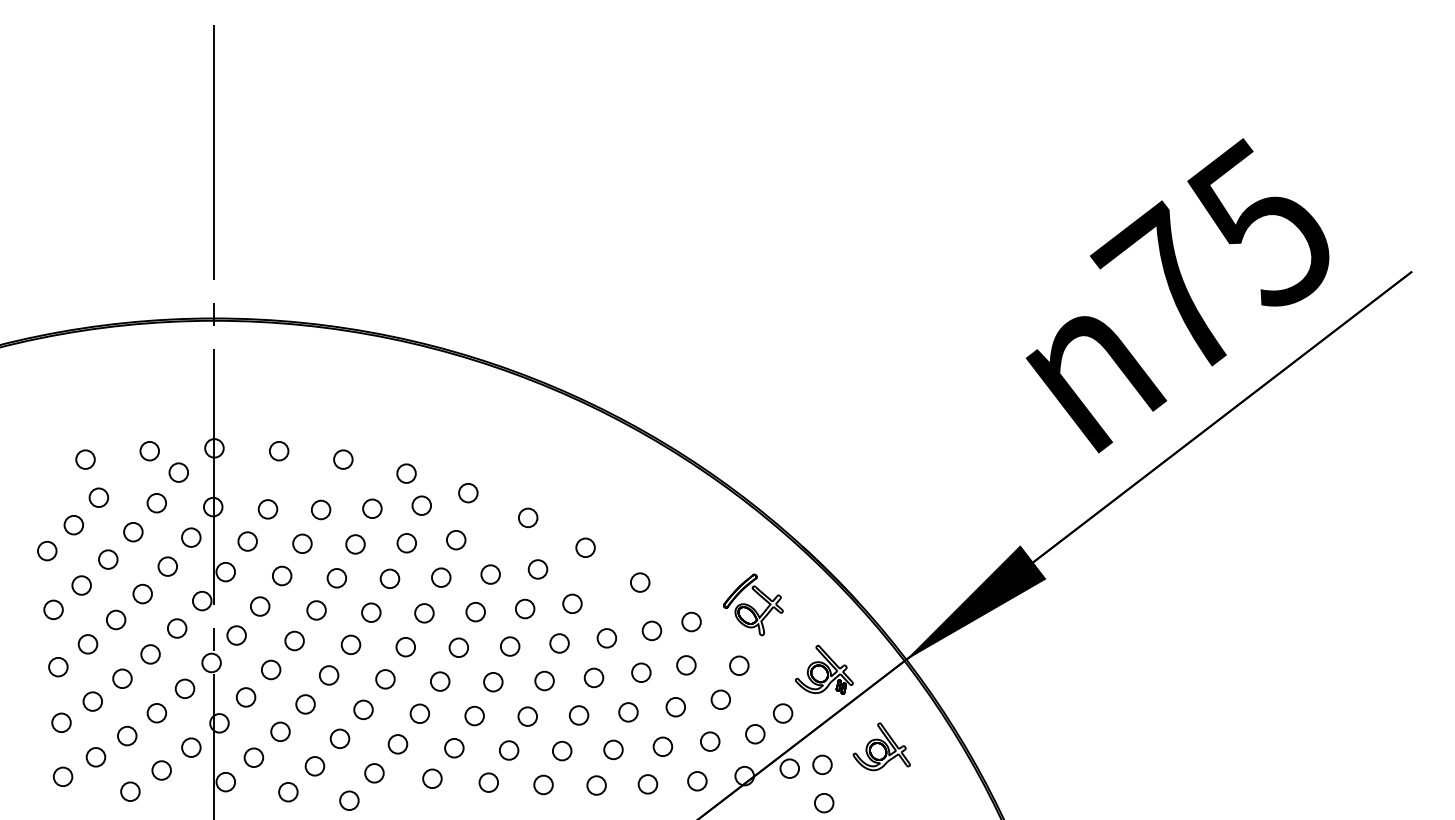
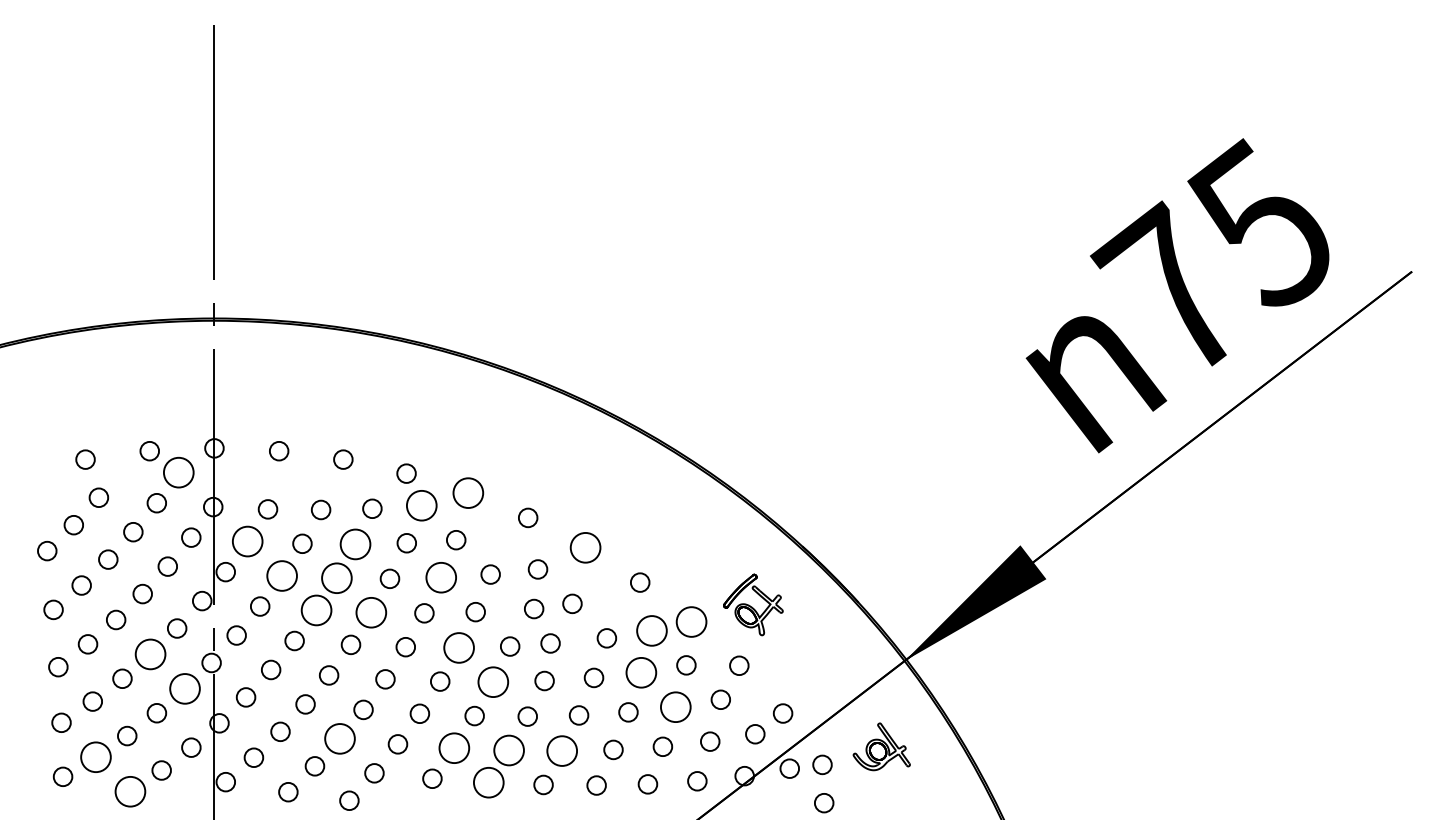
circle at (178, 472) diameter: 19 px -> 30 px
circle at (468, 492) diameter: 19 px -> 30 px
circle at (421, 505) diameter: 19 px -> 30 px
circle at (247, 541) diameter: 19 px -> 30 px
circle at (355, 544) diameter: 19 px -> 30 px
circle at (585, 547) diameter: 19 px -> 30 px
circle at (281, 575) diameter: 19 px -> 30 px
circle at (441, 577) diameter: 19 px -> 30 px
circle at (336, 578) diameter: 19 px -> 30 px
circle at (525, 608) position: (525, 608) -> (534, 608)
circle at (316, 610) diameter: 19 px -> 30 px
circle at (371, 612) diameter: 19 px -> 30 px
circle at (691, 621) diameter: 19 px -> 30 px
circle at (651, 630) diameter: 19 px -> 30 px
circle at (559, 643) position: (559, 643) -> (550, 643)
circle at (458, 647) size: 21x21 px -> 32x32 px
circle at (150, 654) diameter: 19 px -> 30 px
part at (823, 669): present -> none
circle at (641, 672) diameter: 19 px -> 30 px
circle at (493, 681) diameter: 19 px -> 30 px
circle at (184, 688) diameter: 19 px -> 30 px
circle at (675, 706) diameter: 19 px -> 30 px
circle at (339, 738) diameter: 19 px -> 30 px
circle at (454, 747) diameter: 19 px -> 30 px
circle at (508, 750) diameter: 19 px -> 30 px
circle at (561, 750) diameter: 19 px -> 30 px
circle at (95, 757) diameter: 19 px -> 30 px
circle at (488, 782) diameter: 19 px -> 30 px
circle at (130, 791) diameter: 19 px -> 30 px
